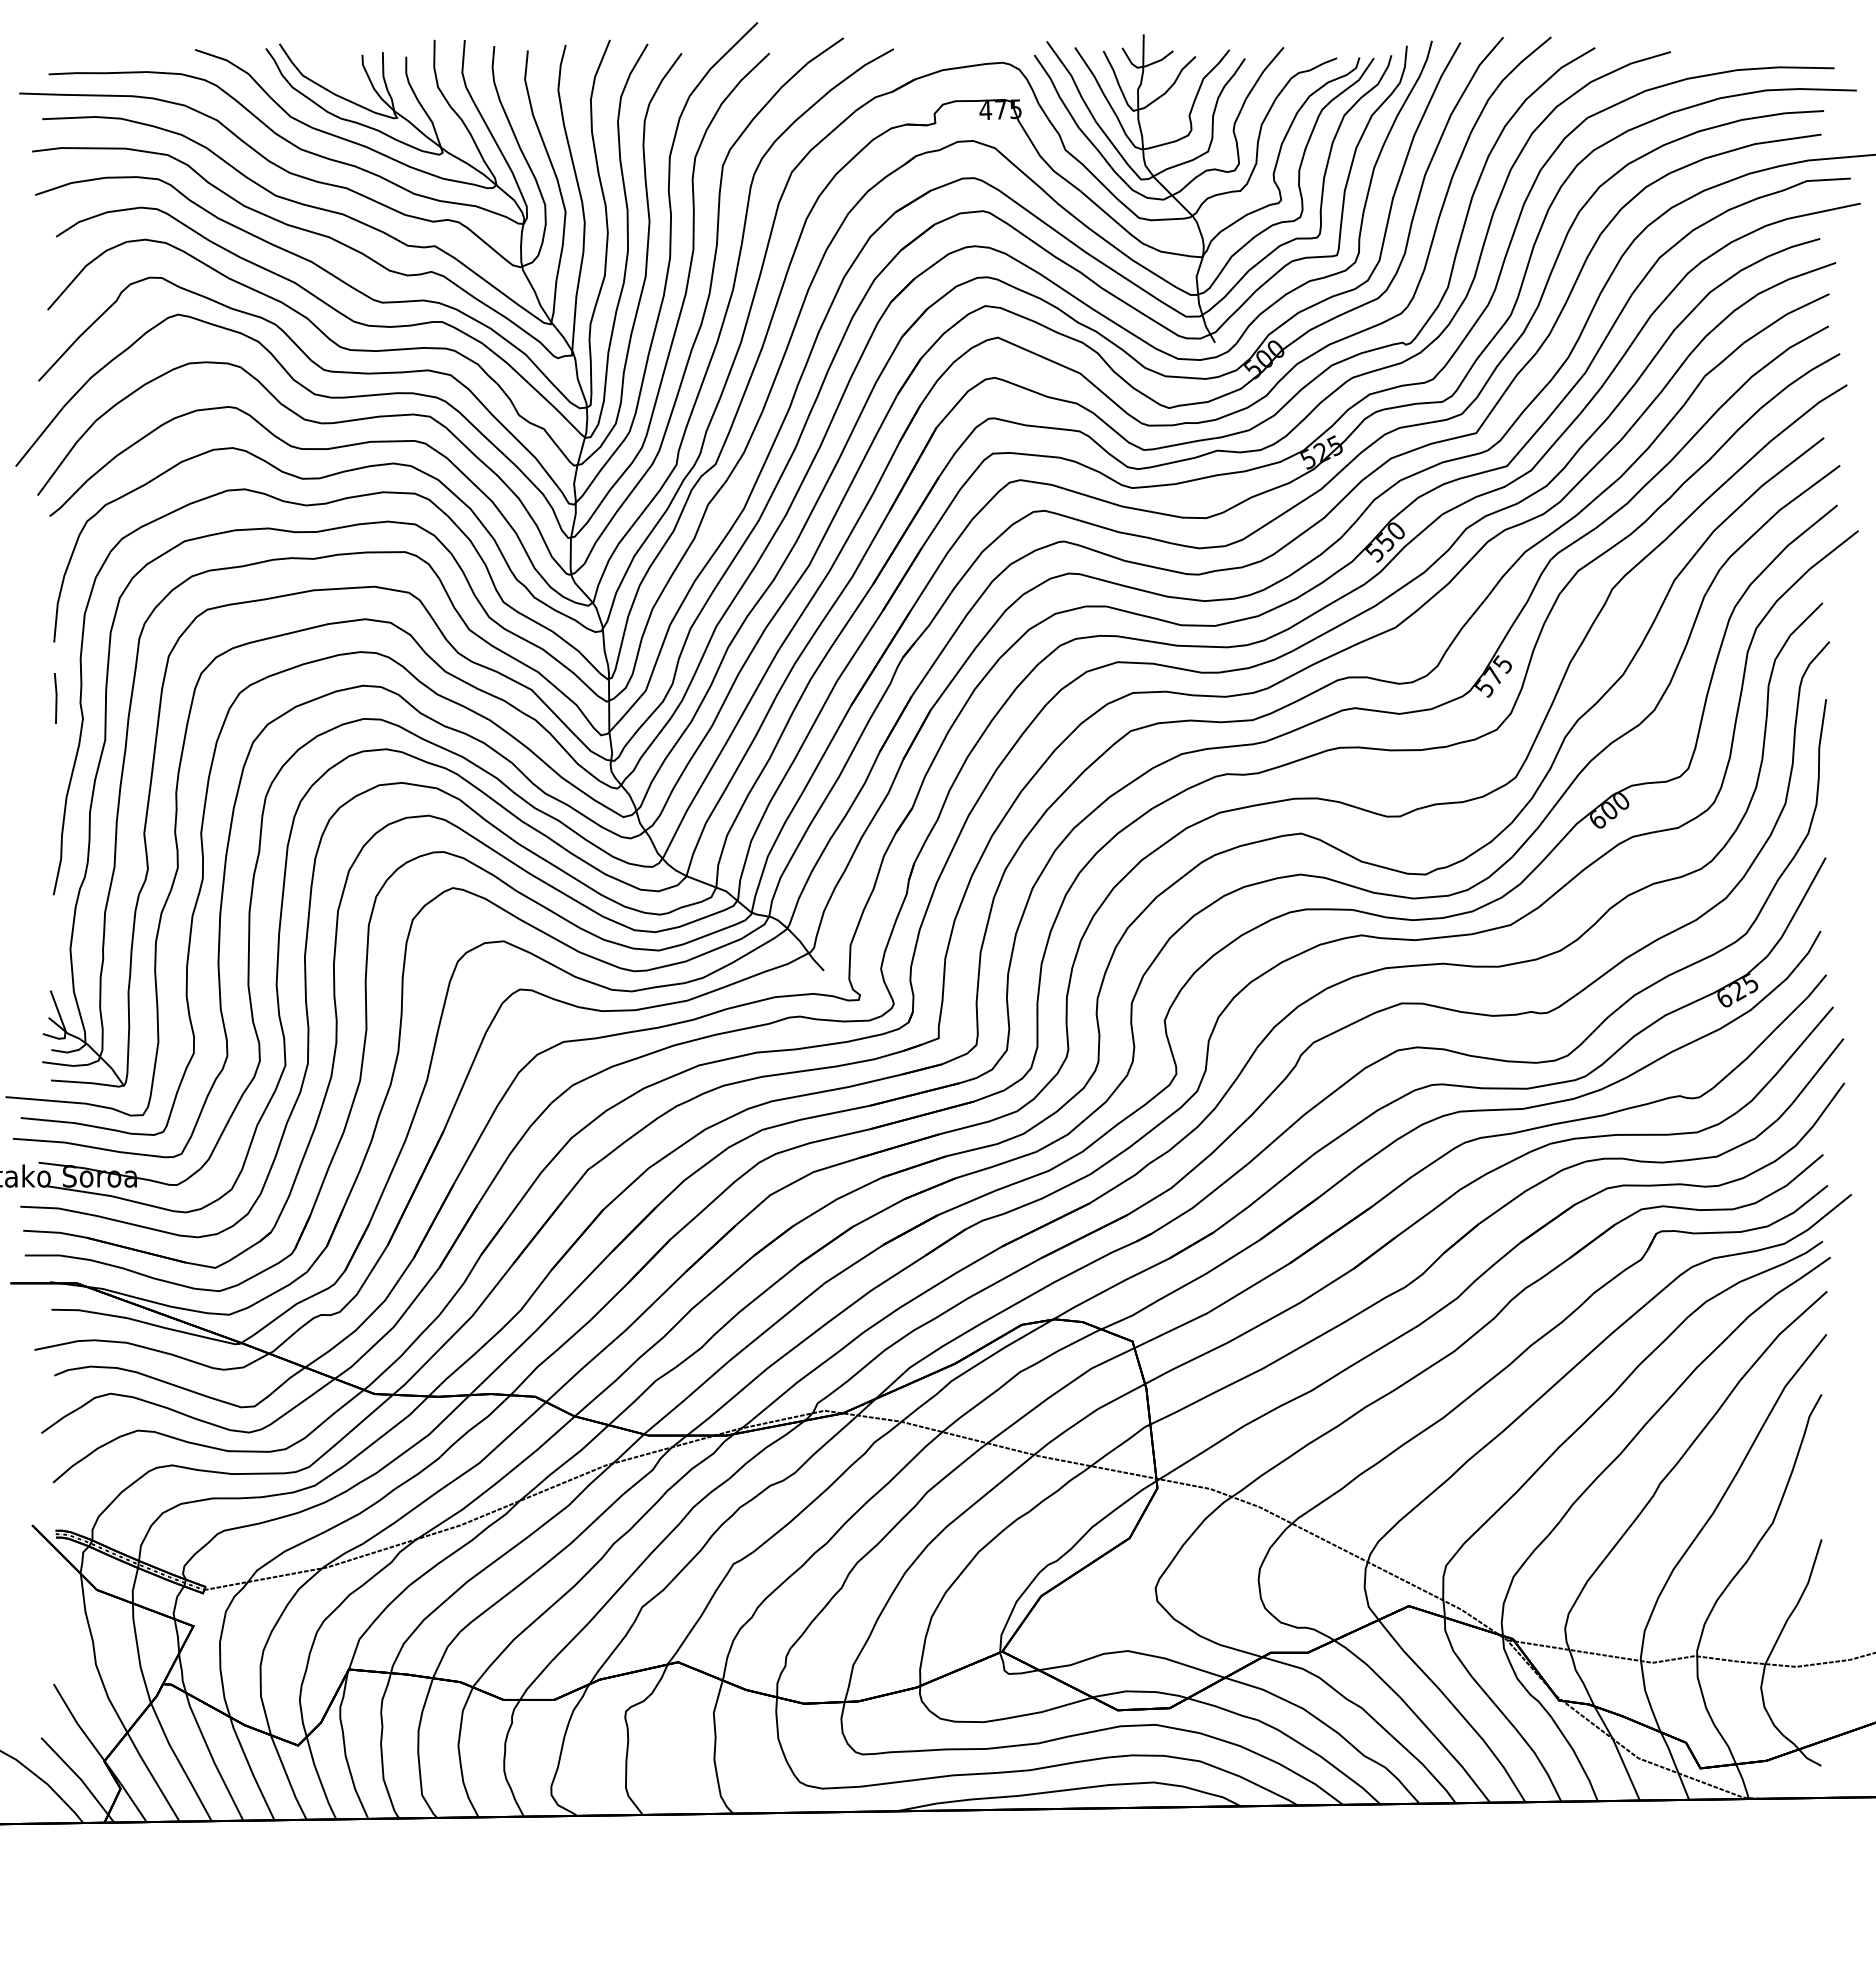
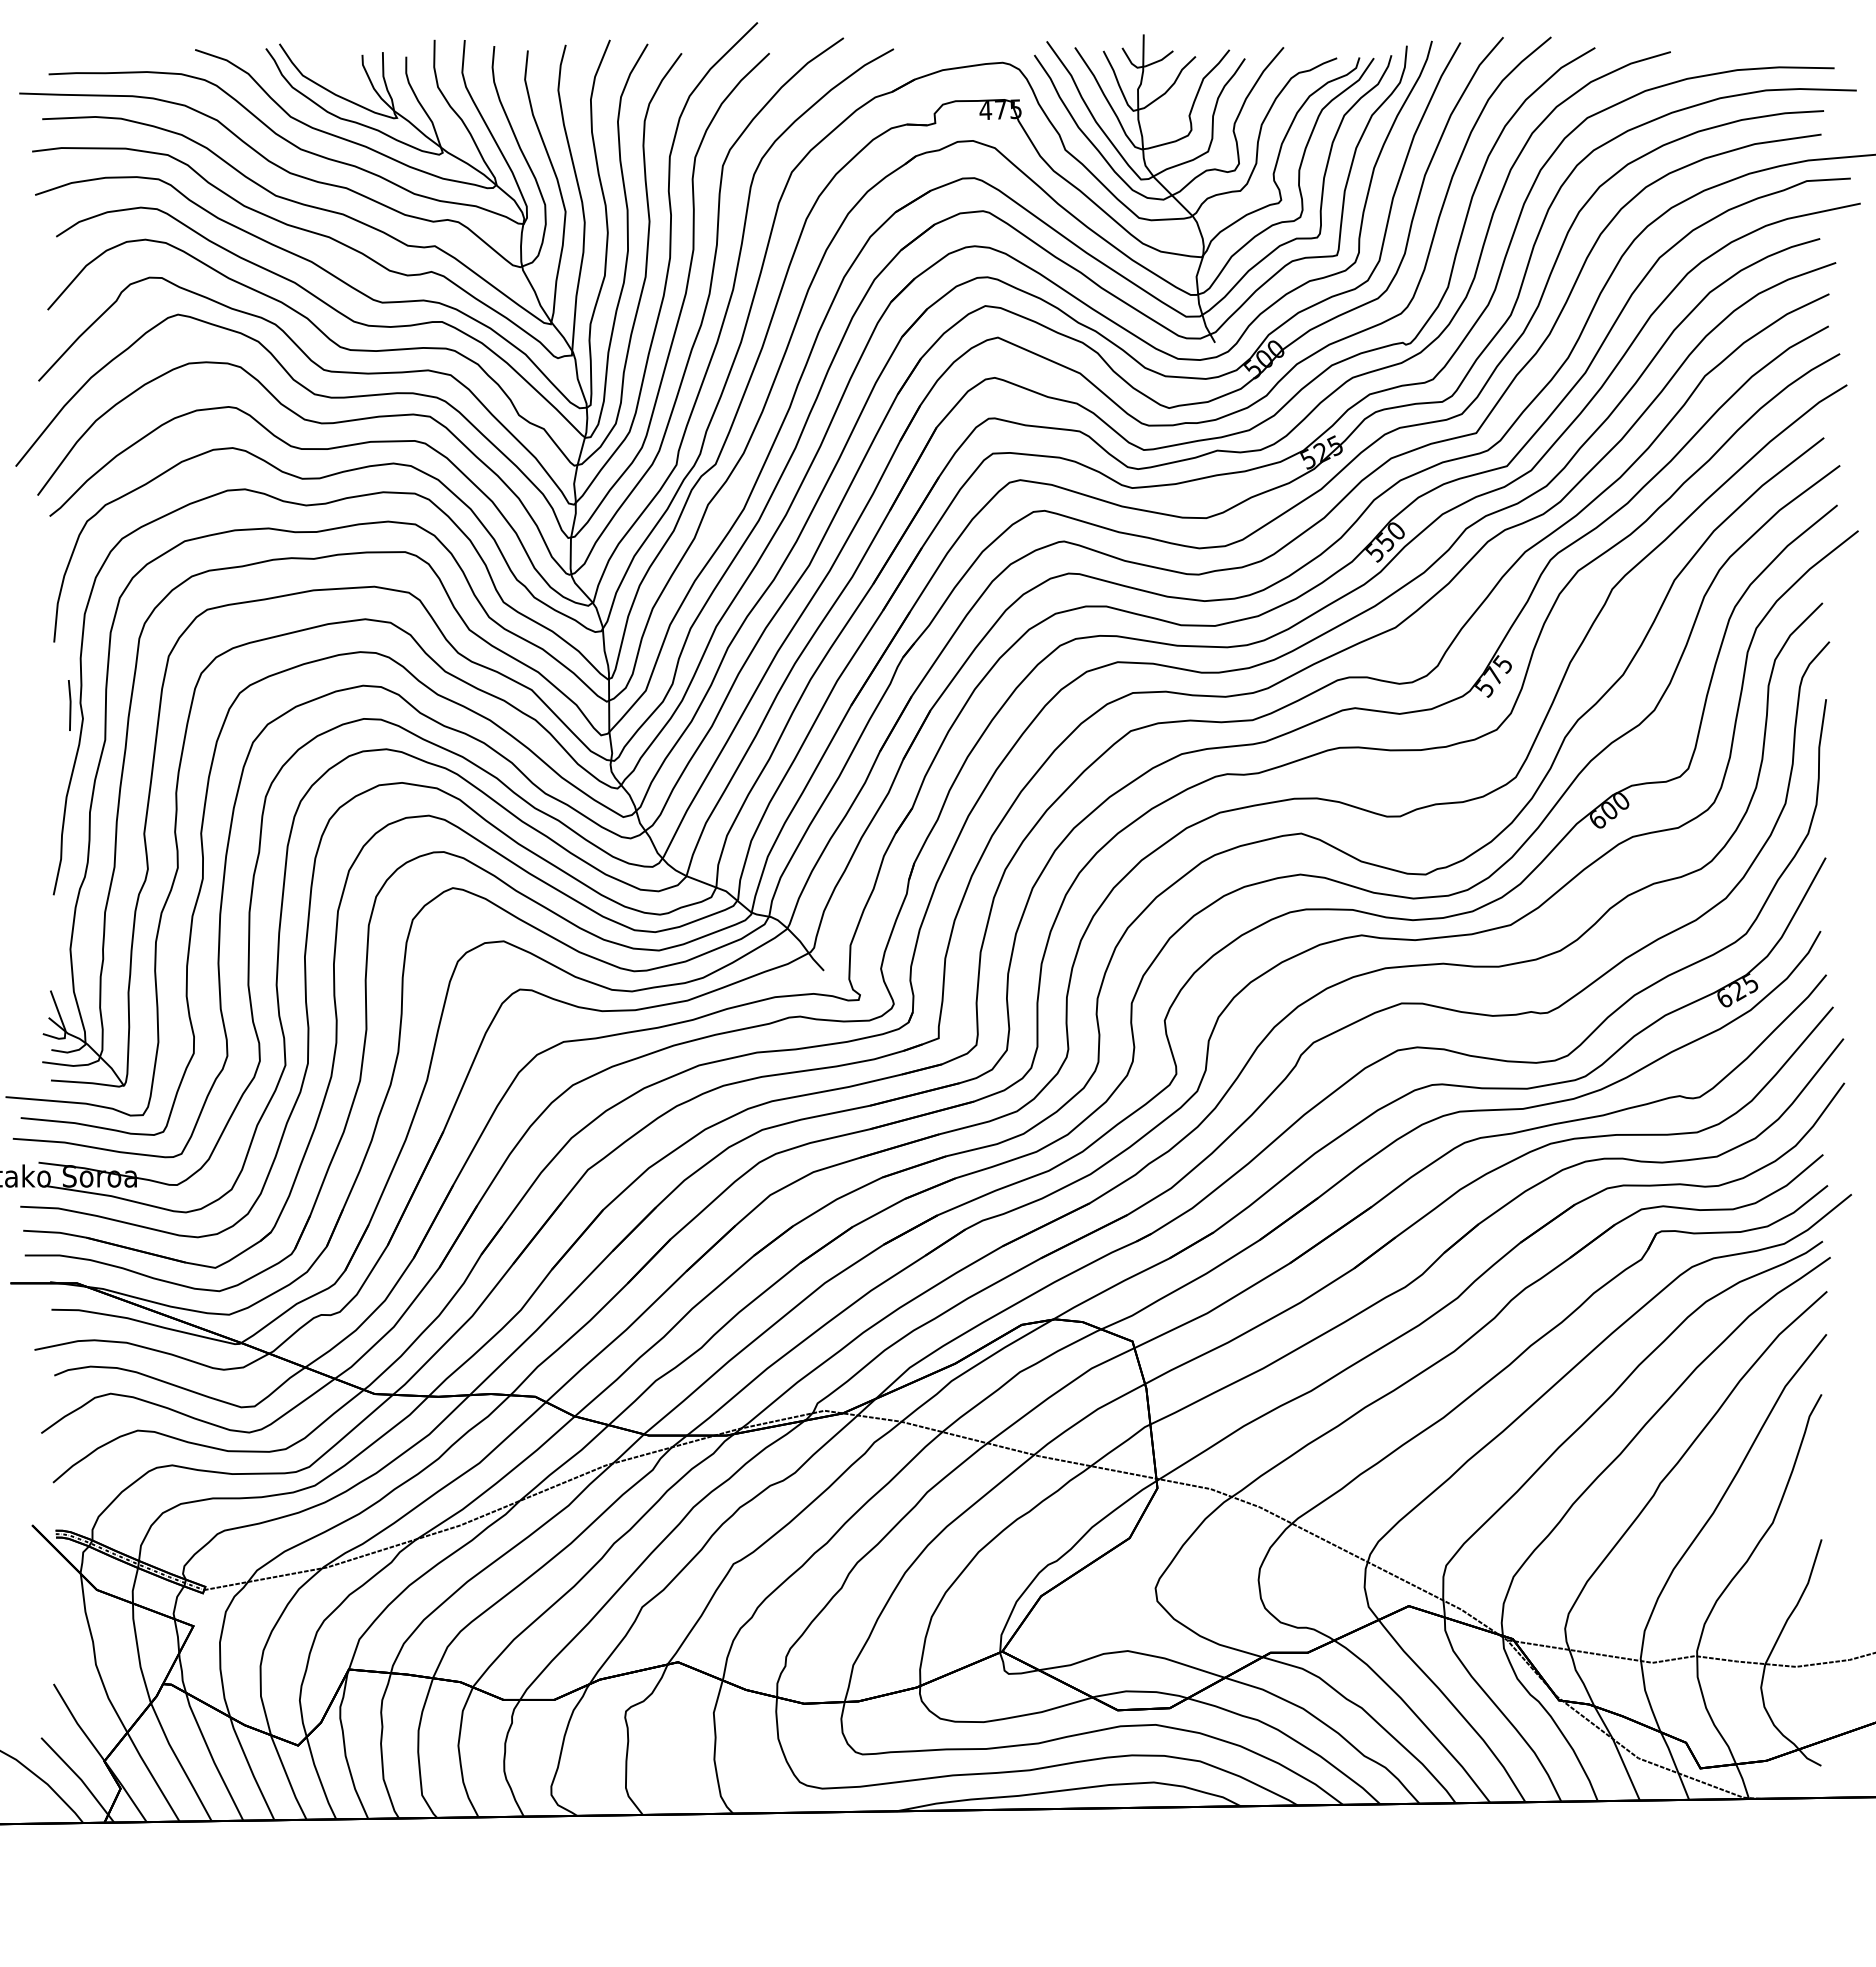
line at (55, 698) position: (55, 698) -> (69, 705)
